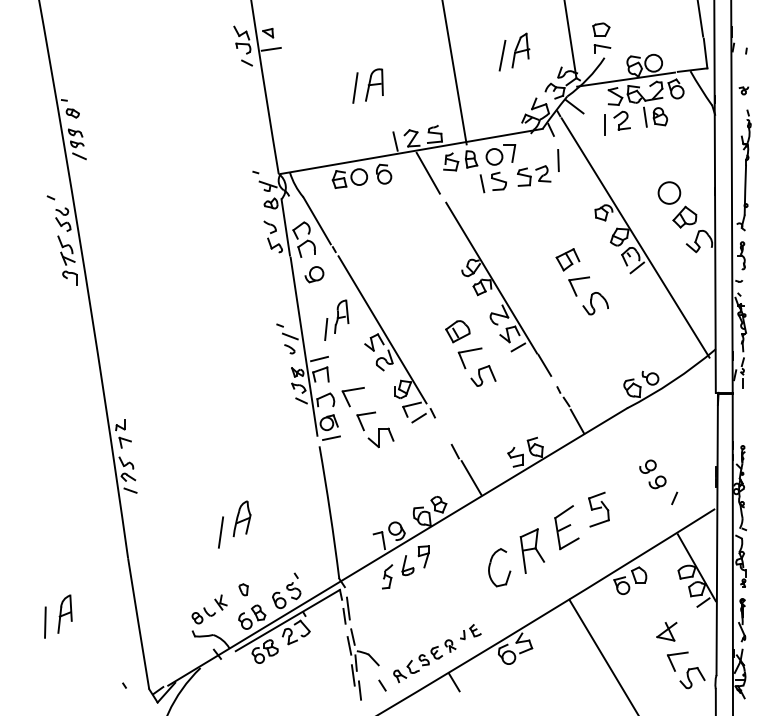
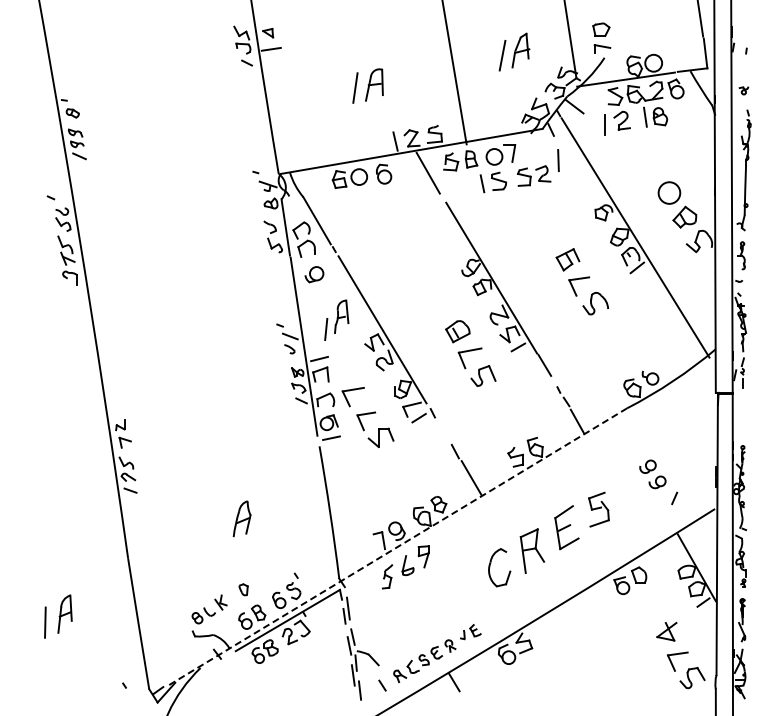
line at (220, 532): present -> none
line at (397, 547): solid -> dashed
line at (602, 655): present -> none
